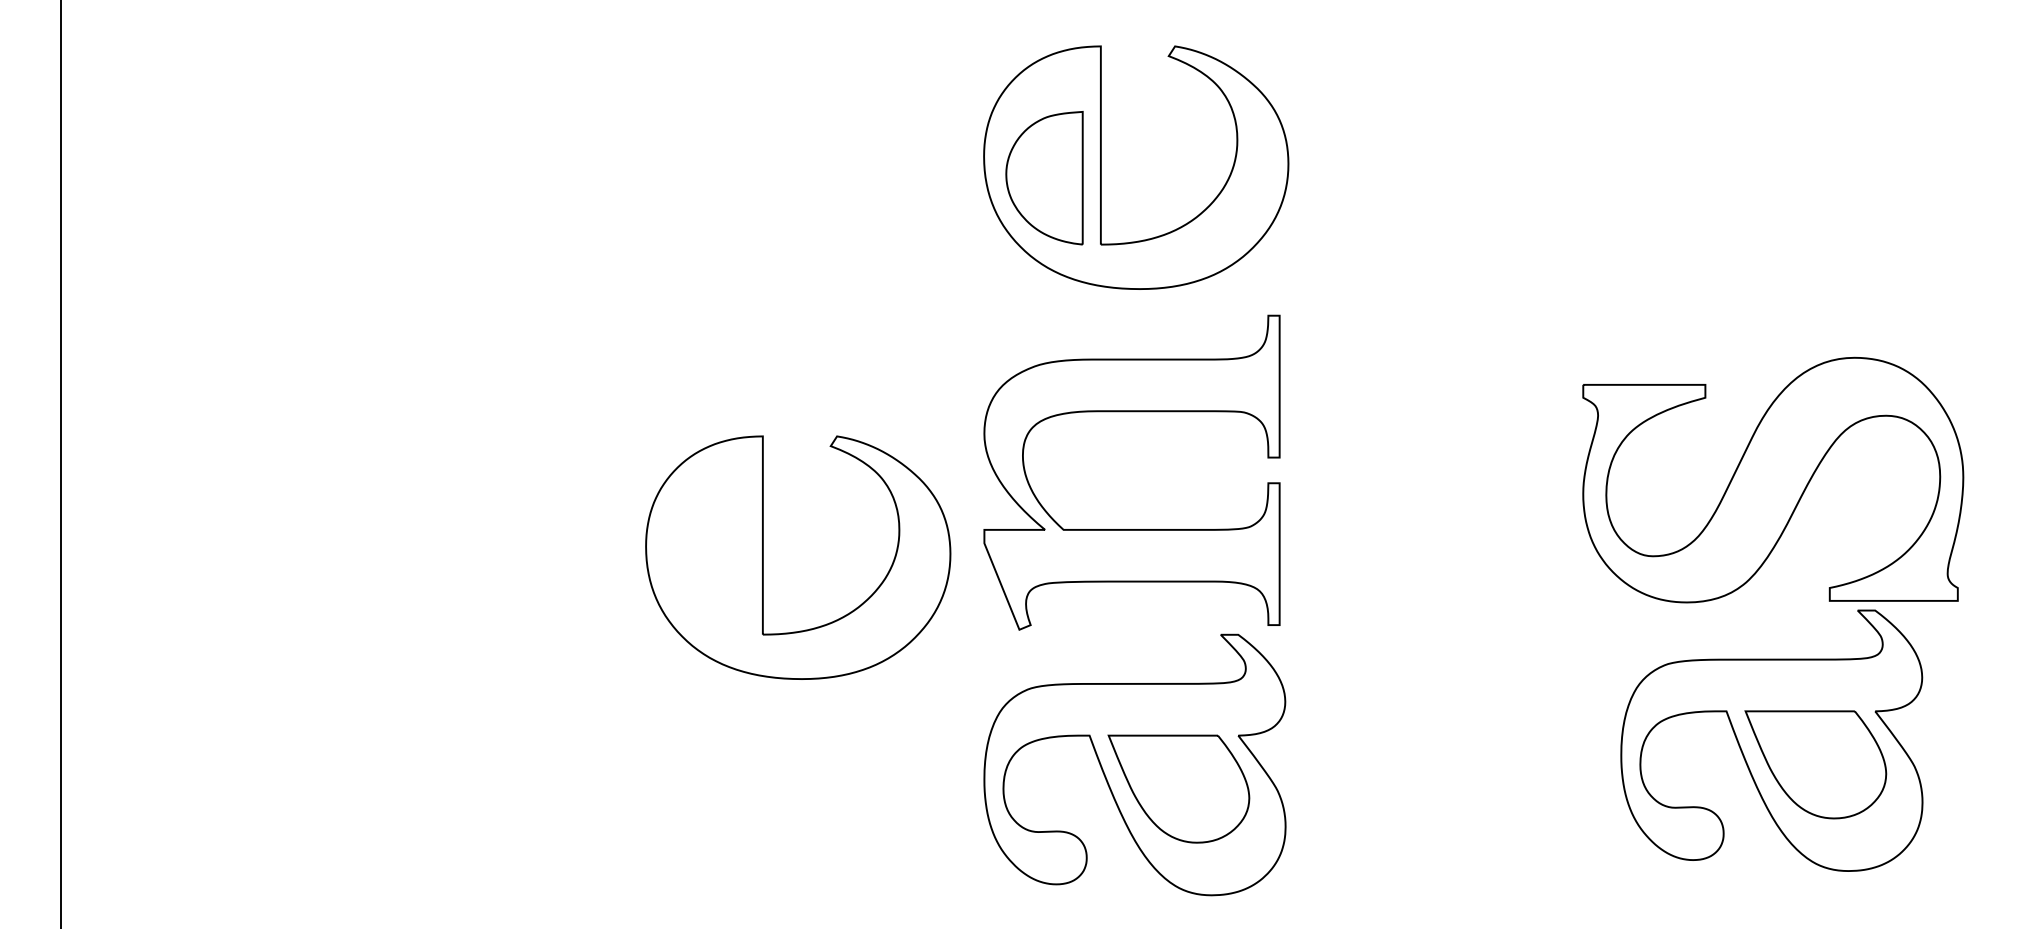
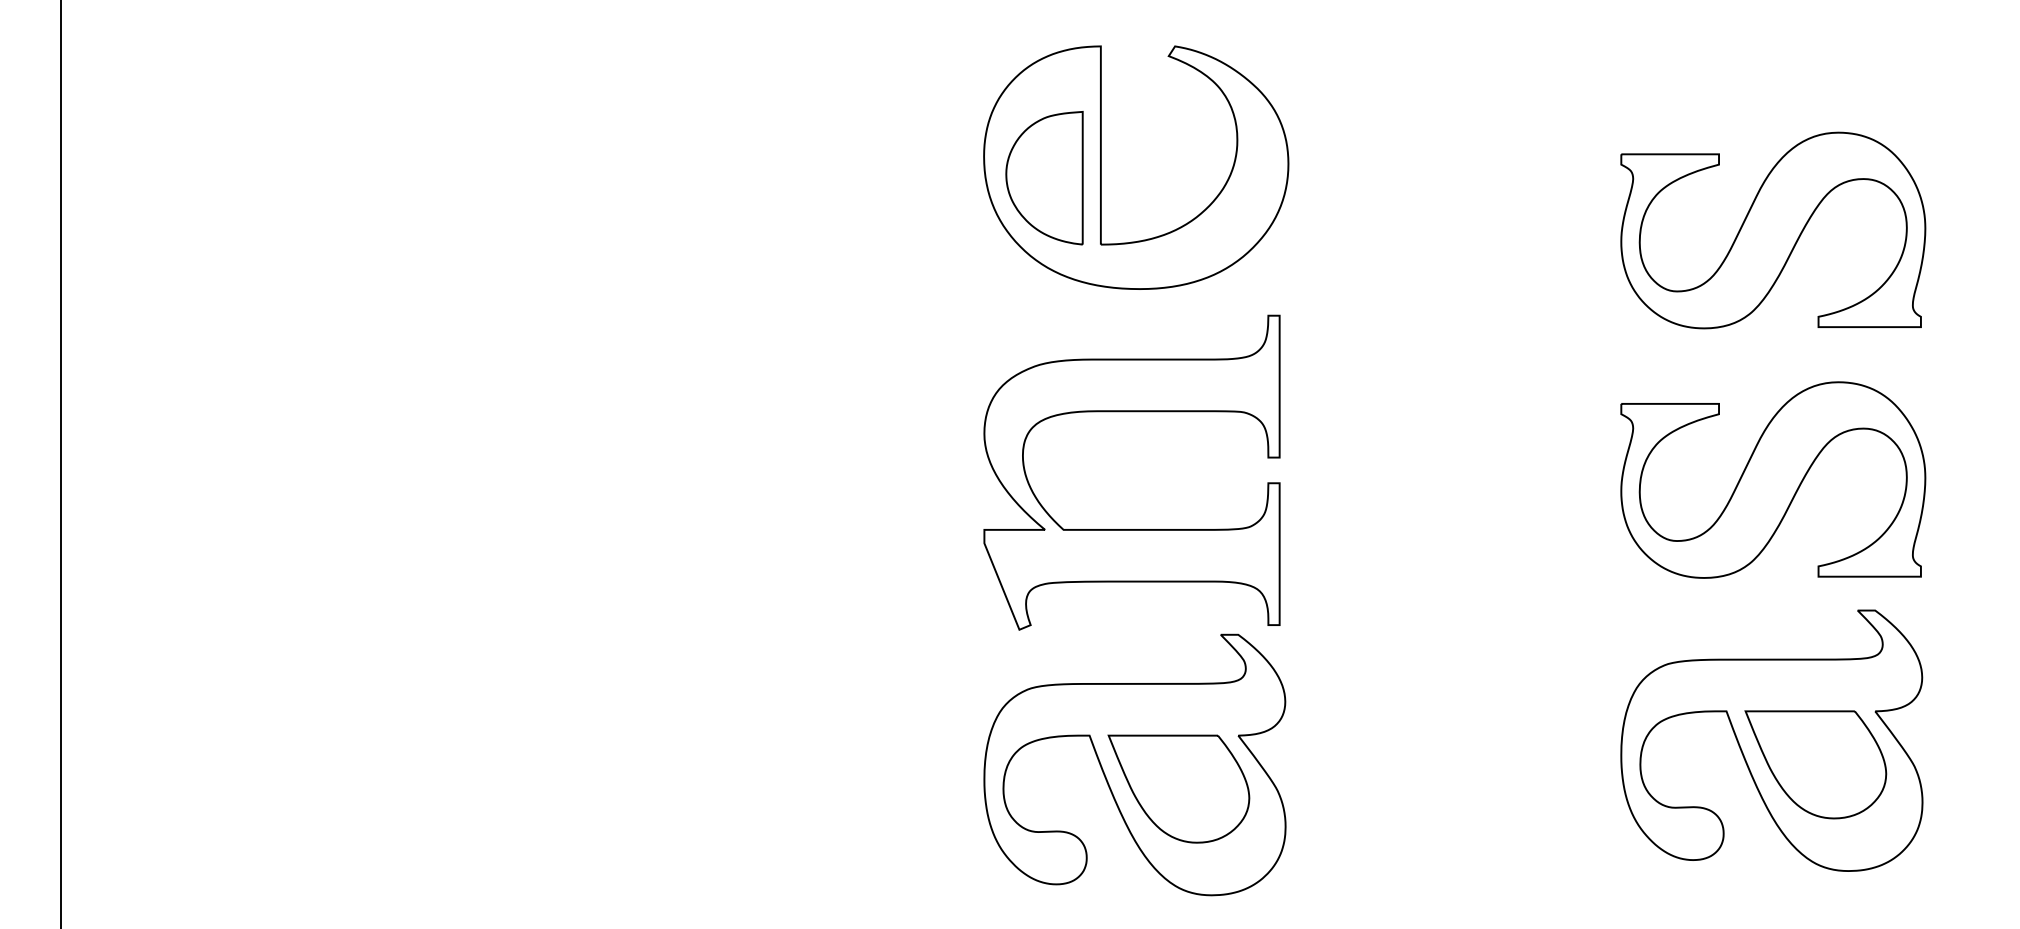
part at (1773, 230): none -> present
part at (1773, 479) size: 383x248 px -> 307x198 px
part at (763, 557): present -> none
